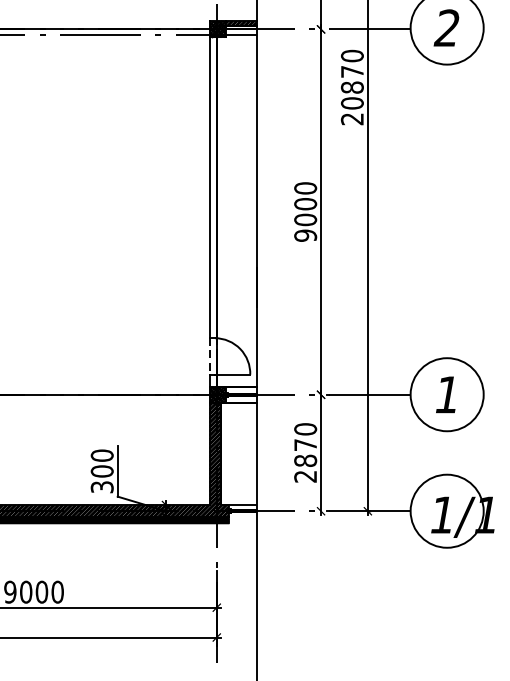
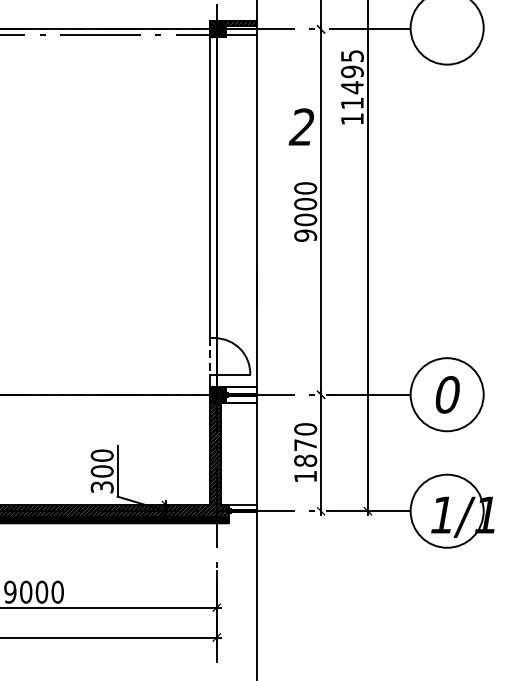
text at (446, 27) position: (446, 27) -> (301, 126)
text at (351, 87): 20870 -> 11495
text at (447, 394): 1 -> 0
text at (305, 476): 2870 -> 1870
